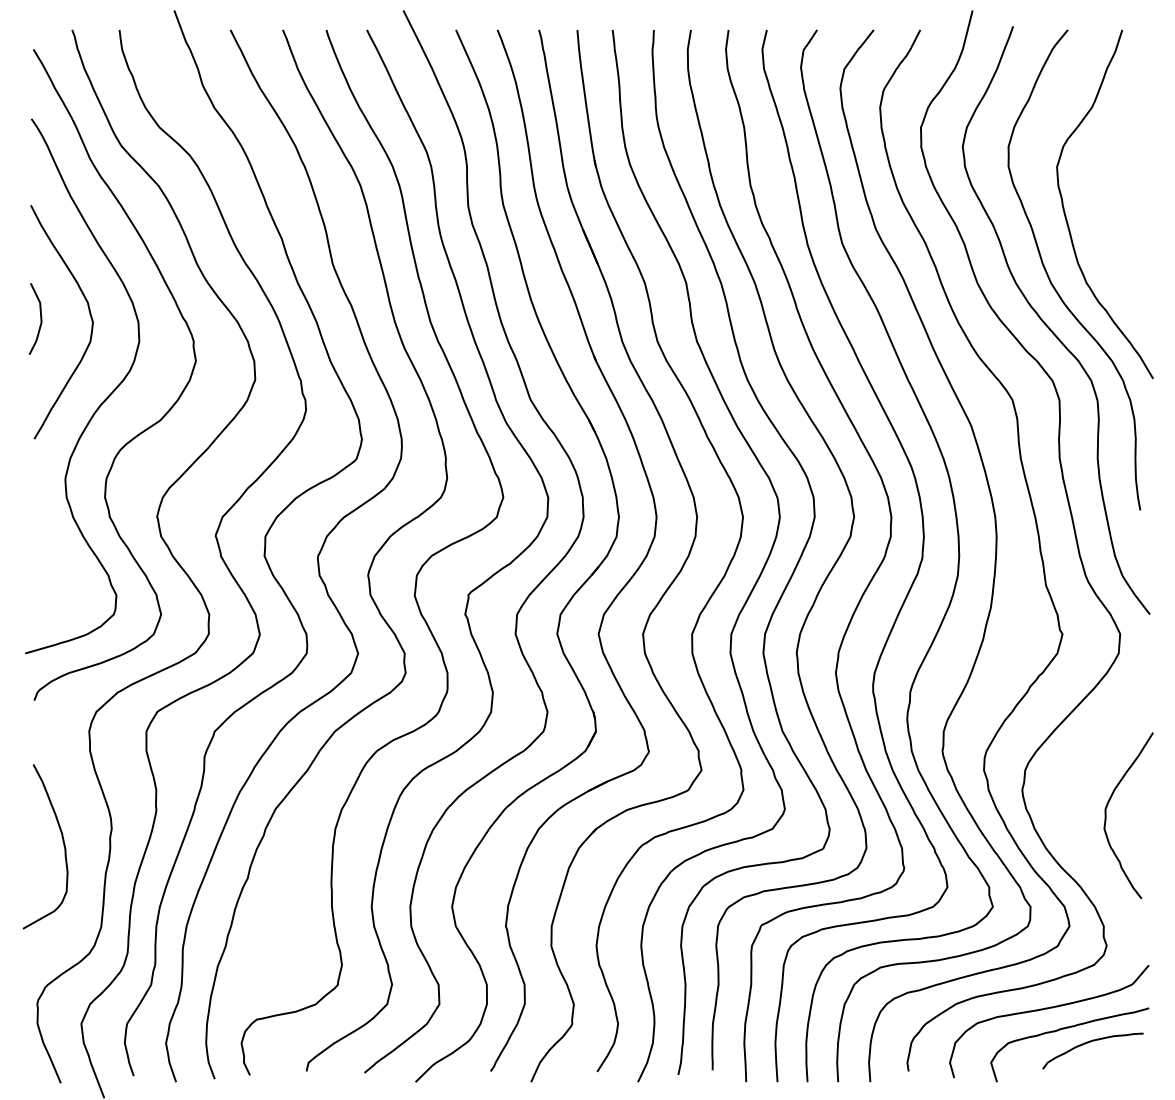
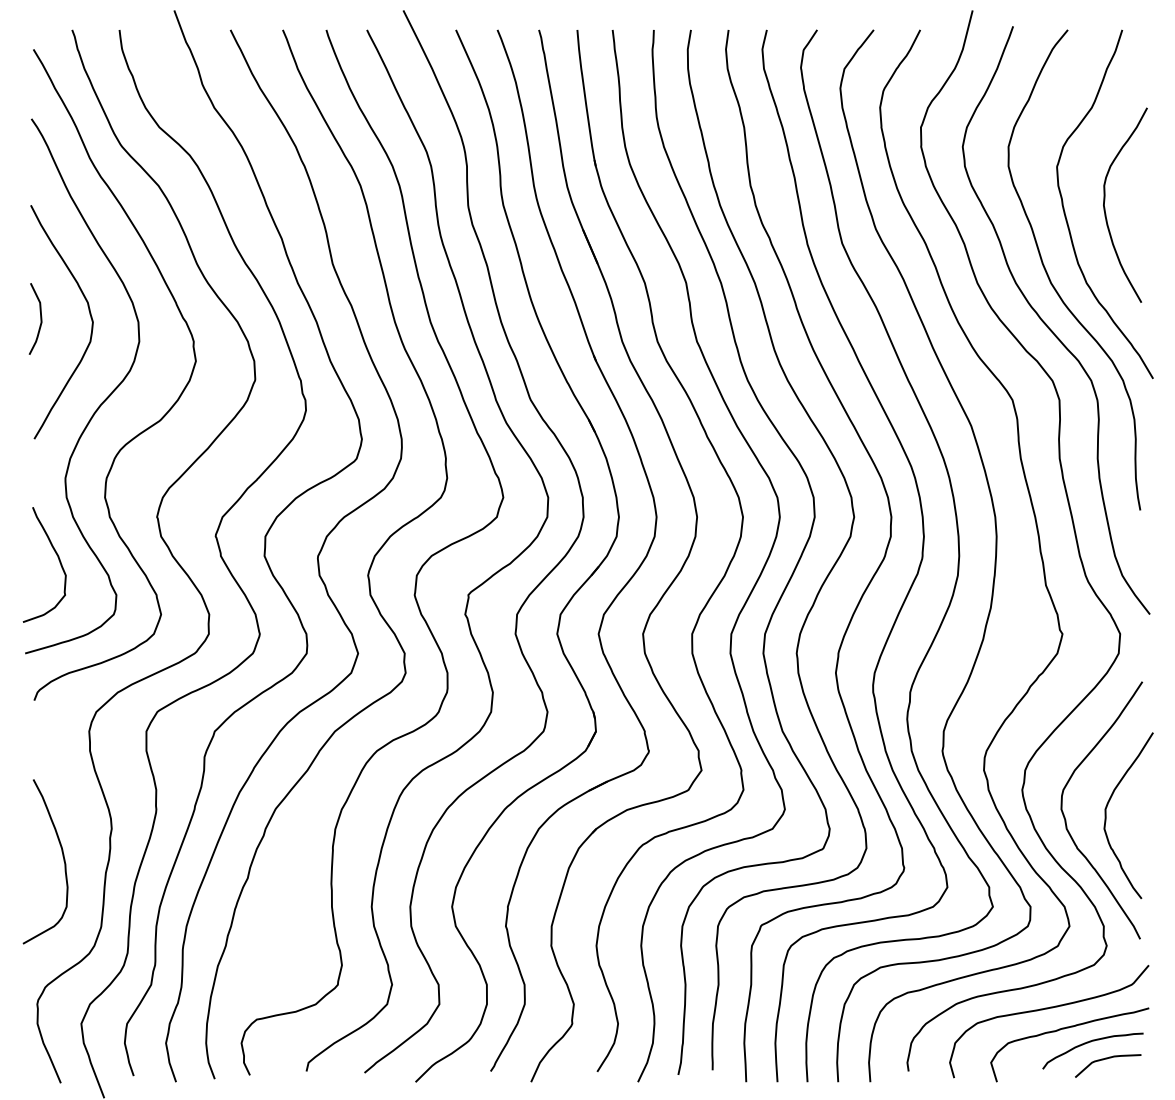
curve at (1105, 207): none -> present
curve at (58, 560): none -> present
curve at (1066, 819): none -> present
curve at (62, 841) position: (62, 841) -> (62, 856)
curve at (1107, 1059): none -> present
